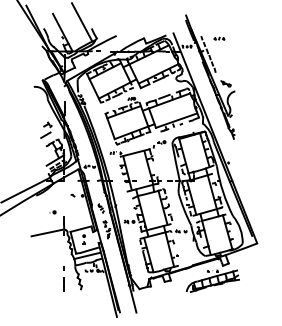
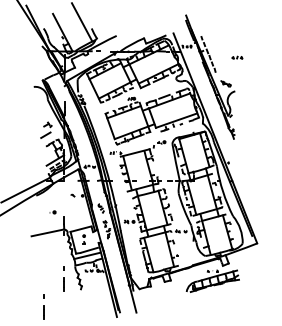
part at (219, 38) position: (219, 38) -> (237, 57)
line at (43, 306): none -> present
